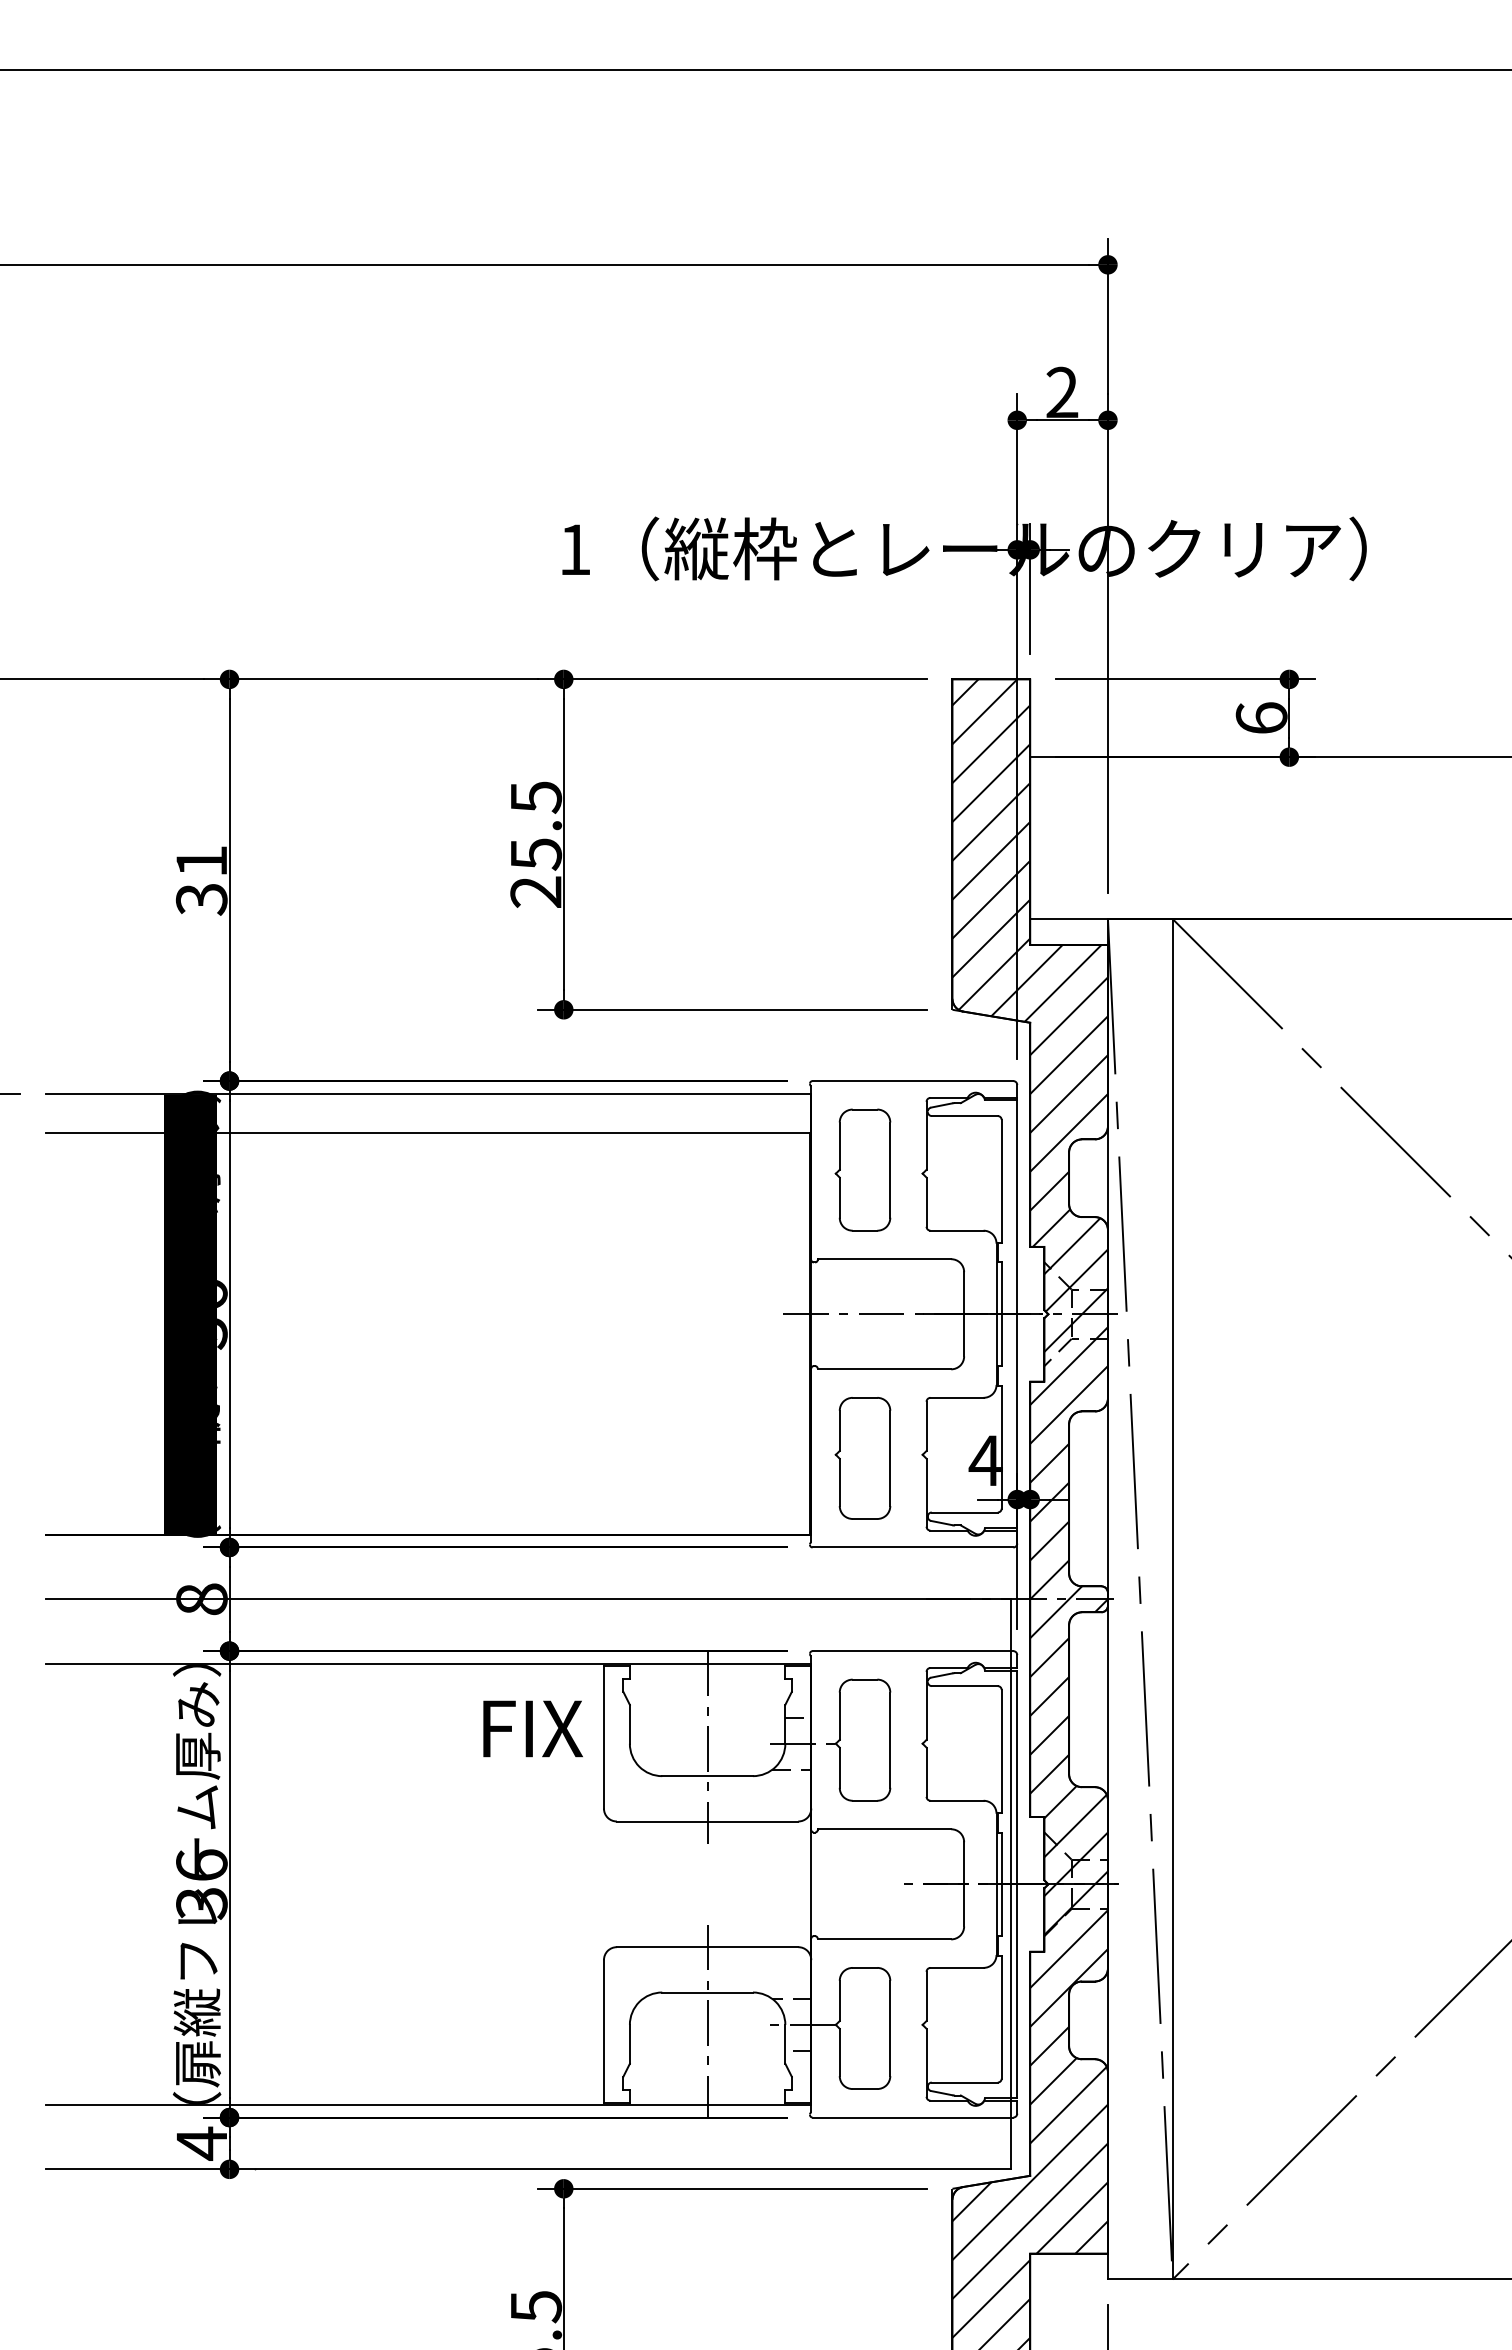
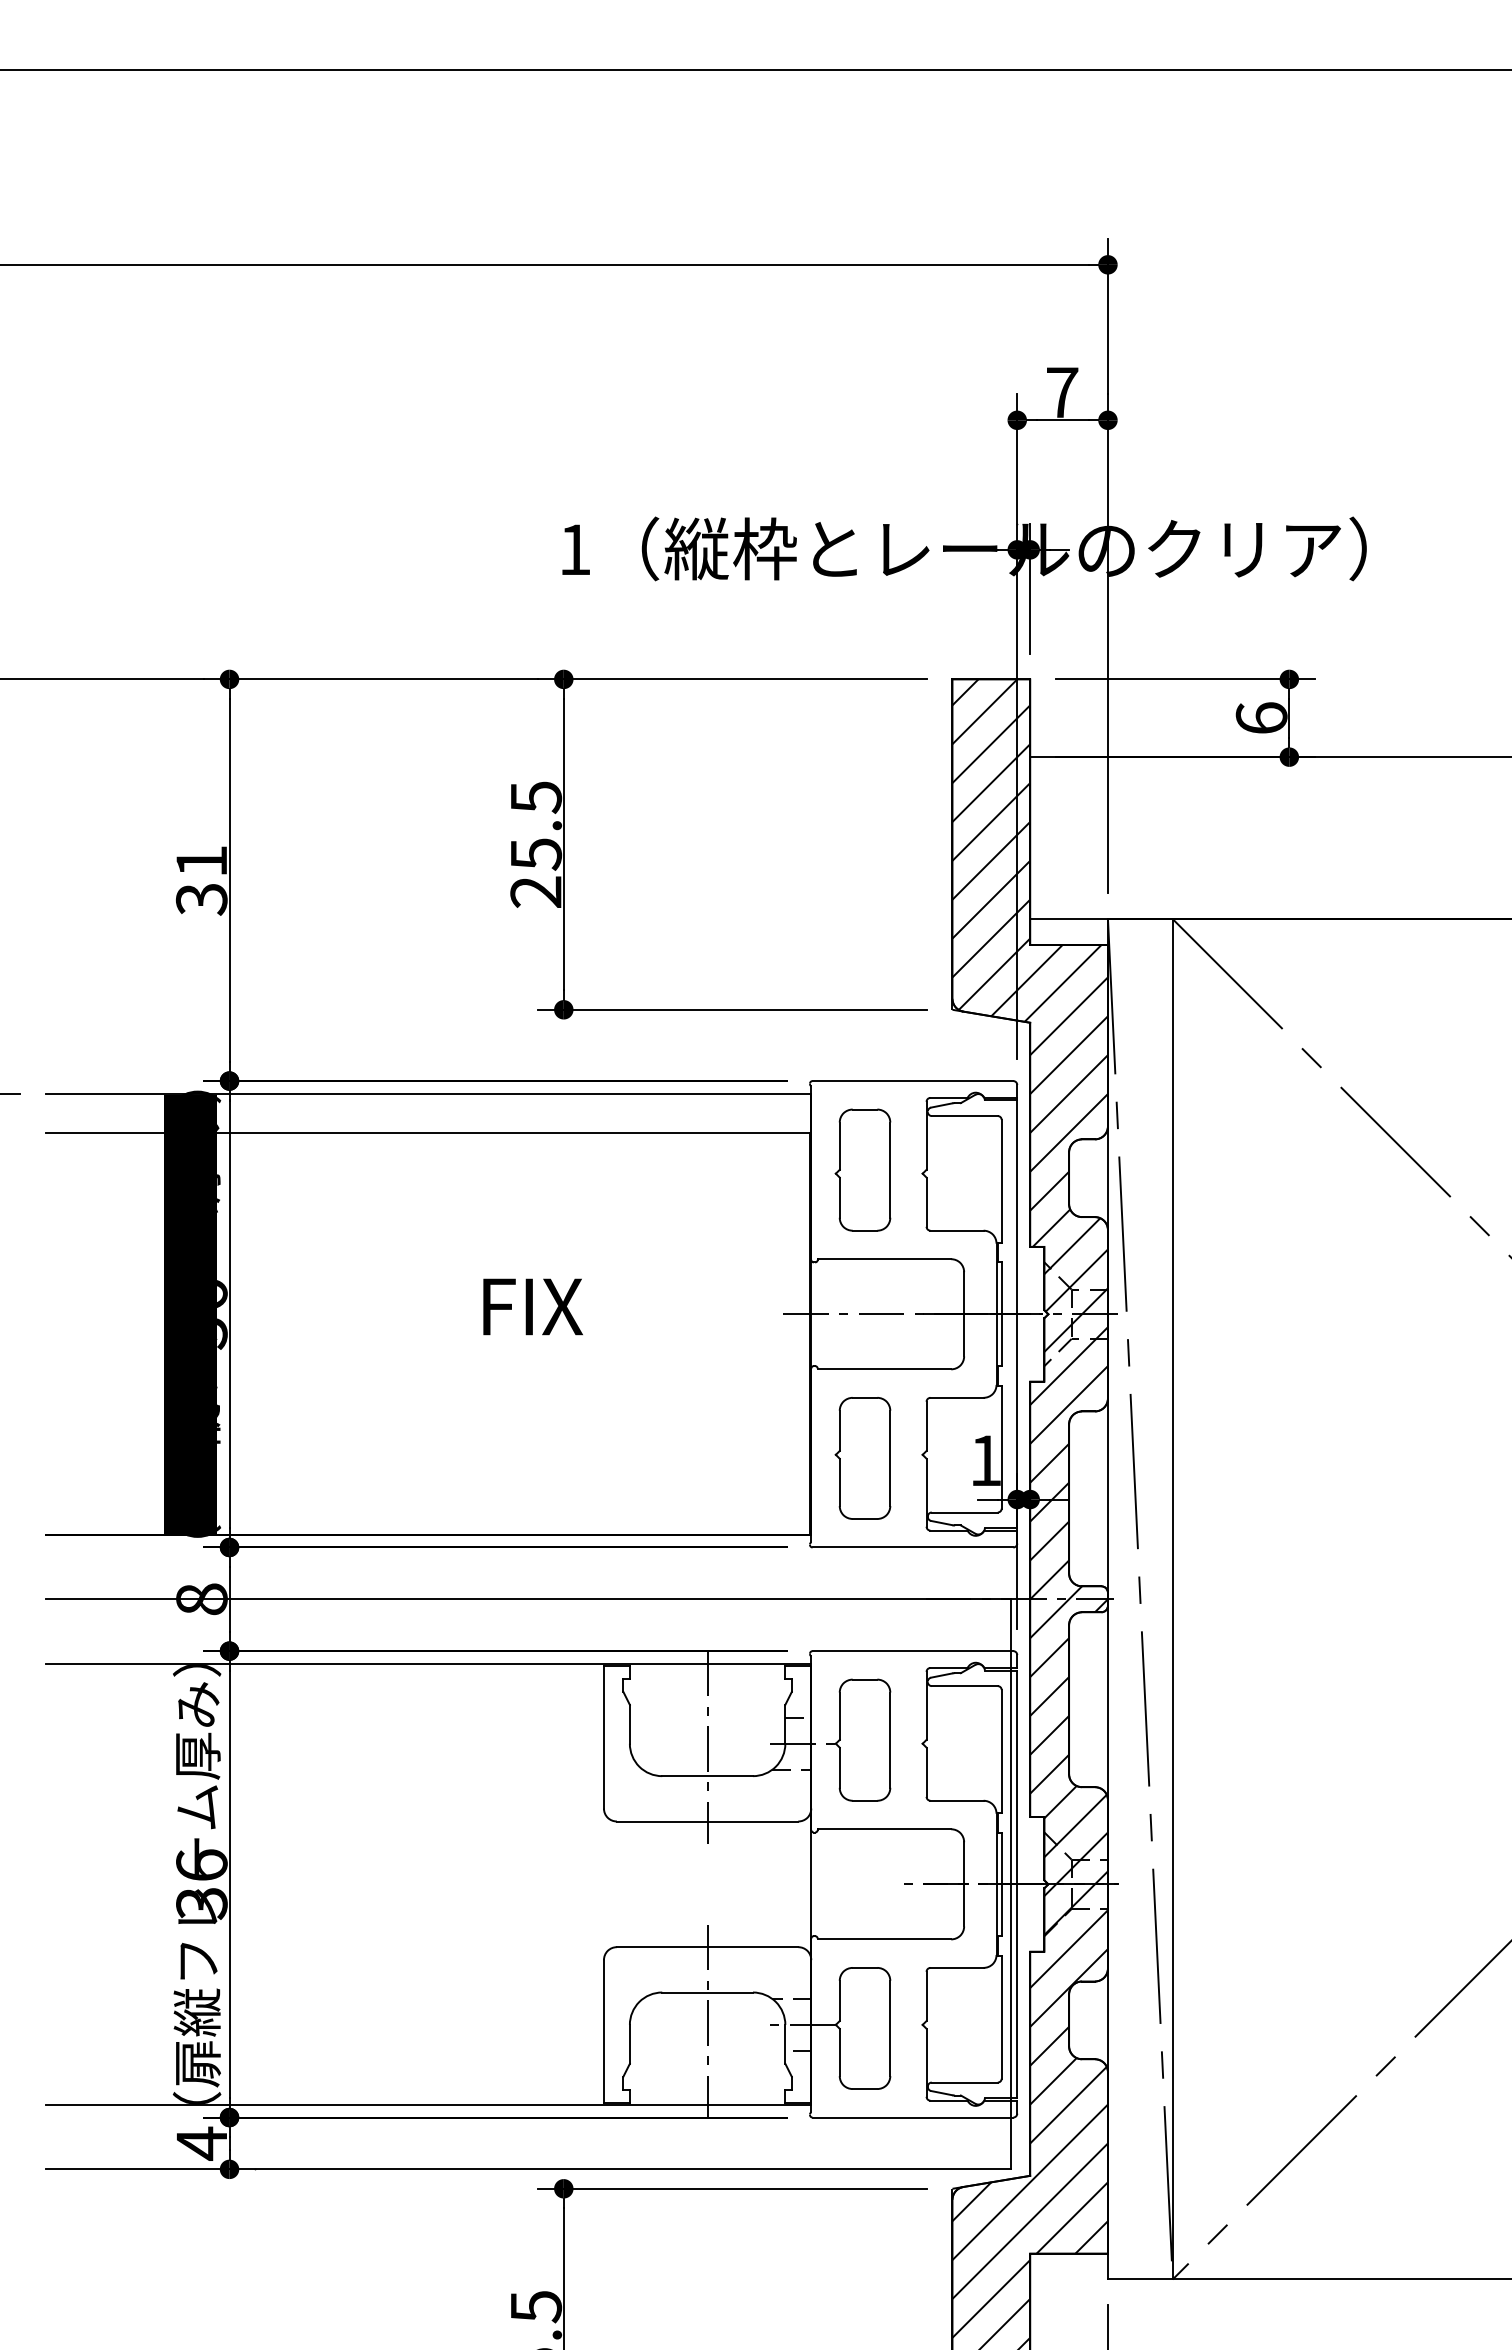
text at (1062, 391): 2 -> 7
text at (984, 1460): 4 -> 1
text at (532, 1728) position: (532, 1728) -> (532, 1306)
